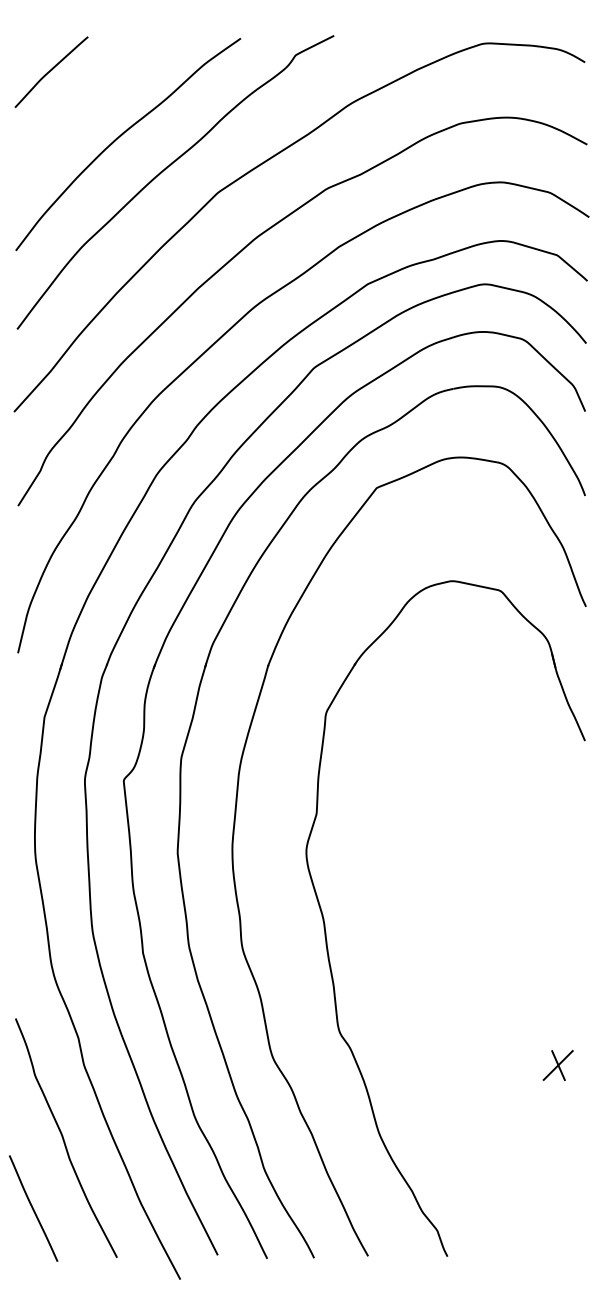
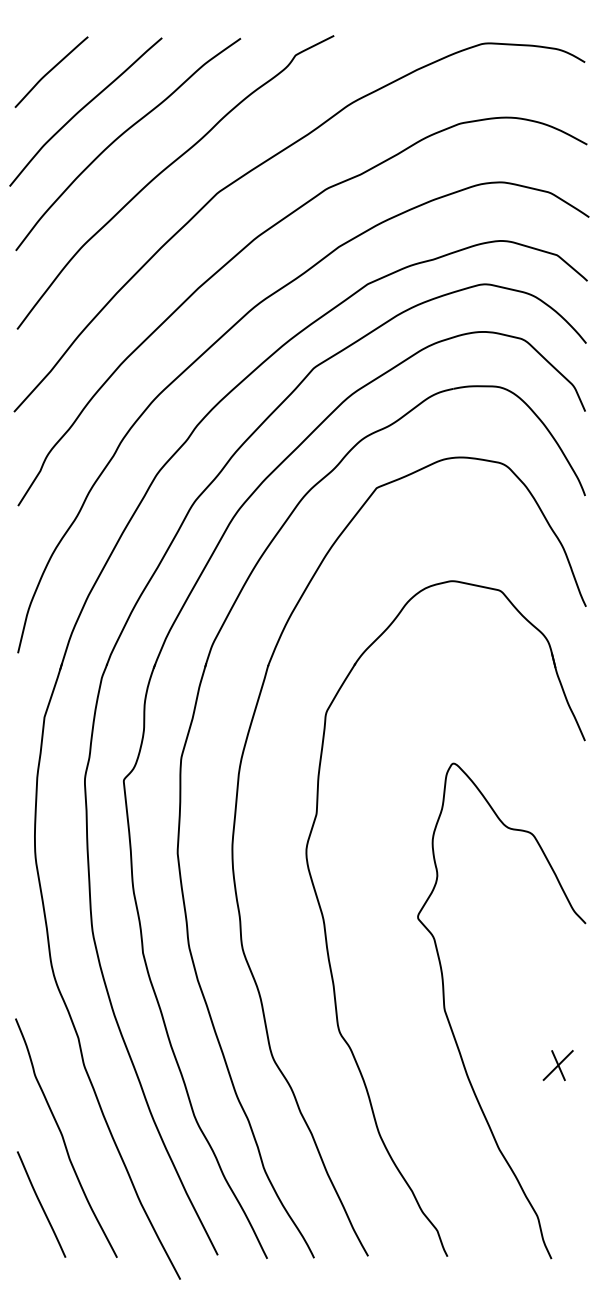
curve at (84, 108): none -> present
curve at (451, 1025): none -> present
curve at (33, 1208) position: (33, 1208) -> (41, 1204)
